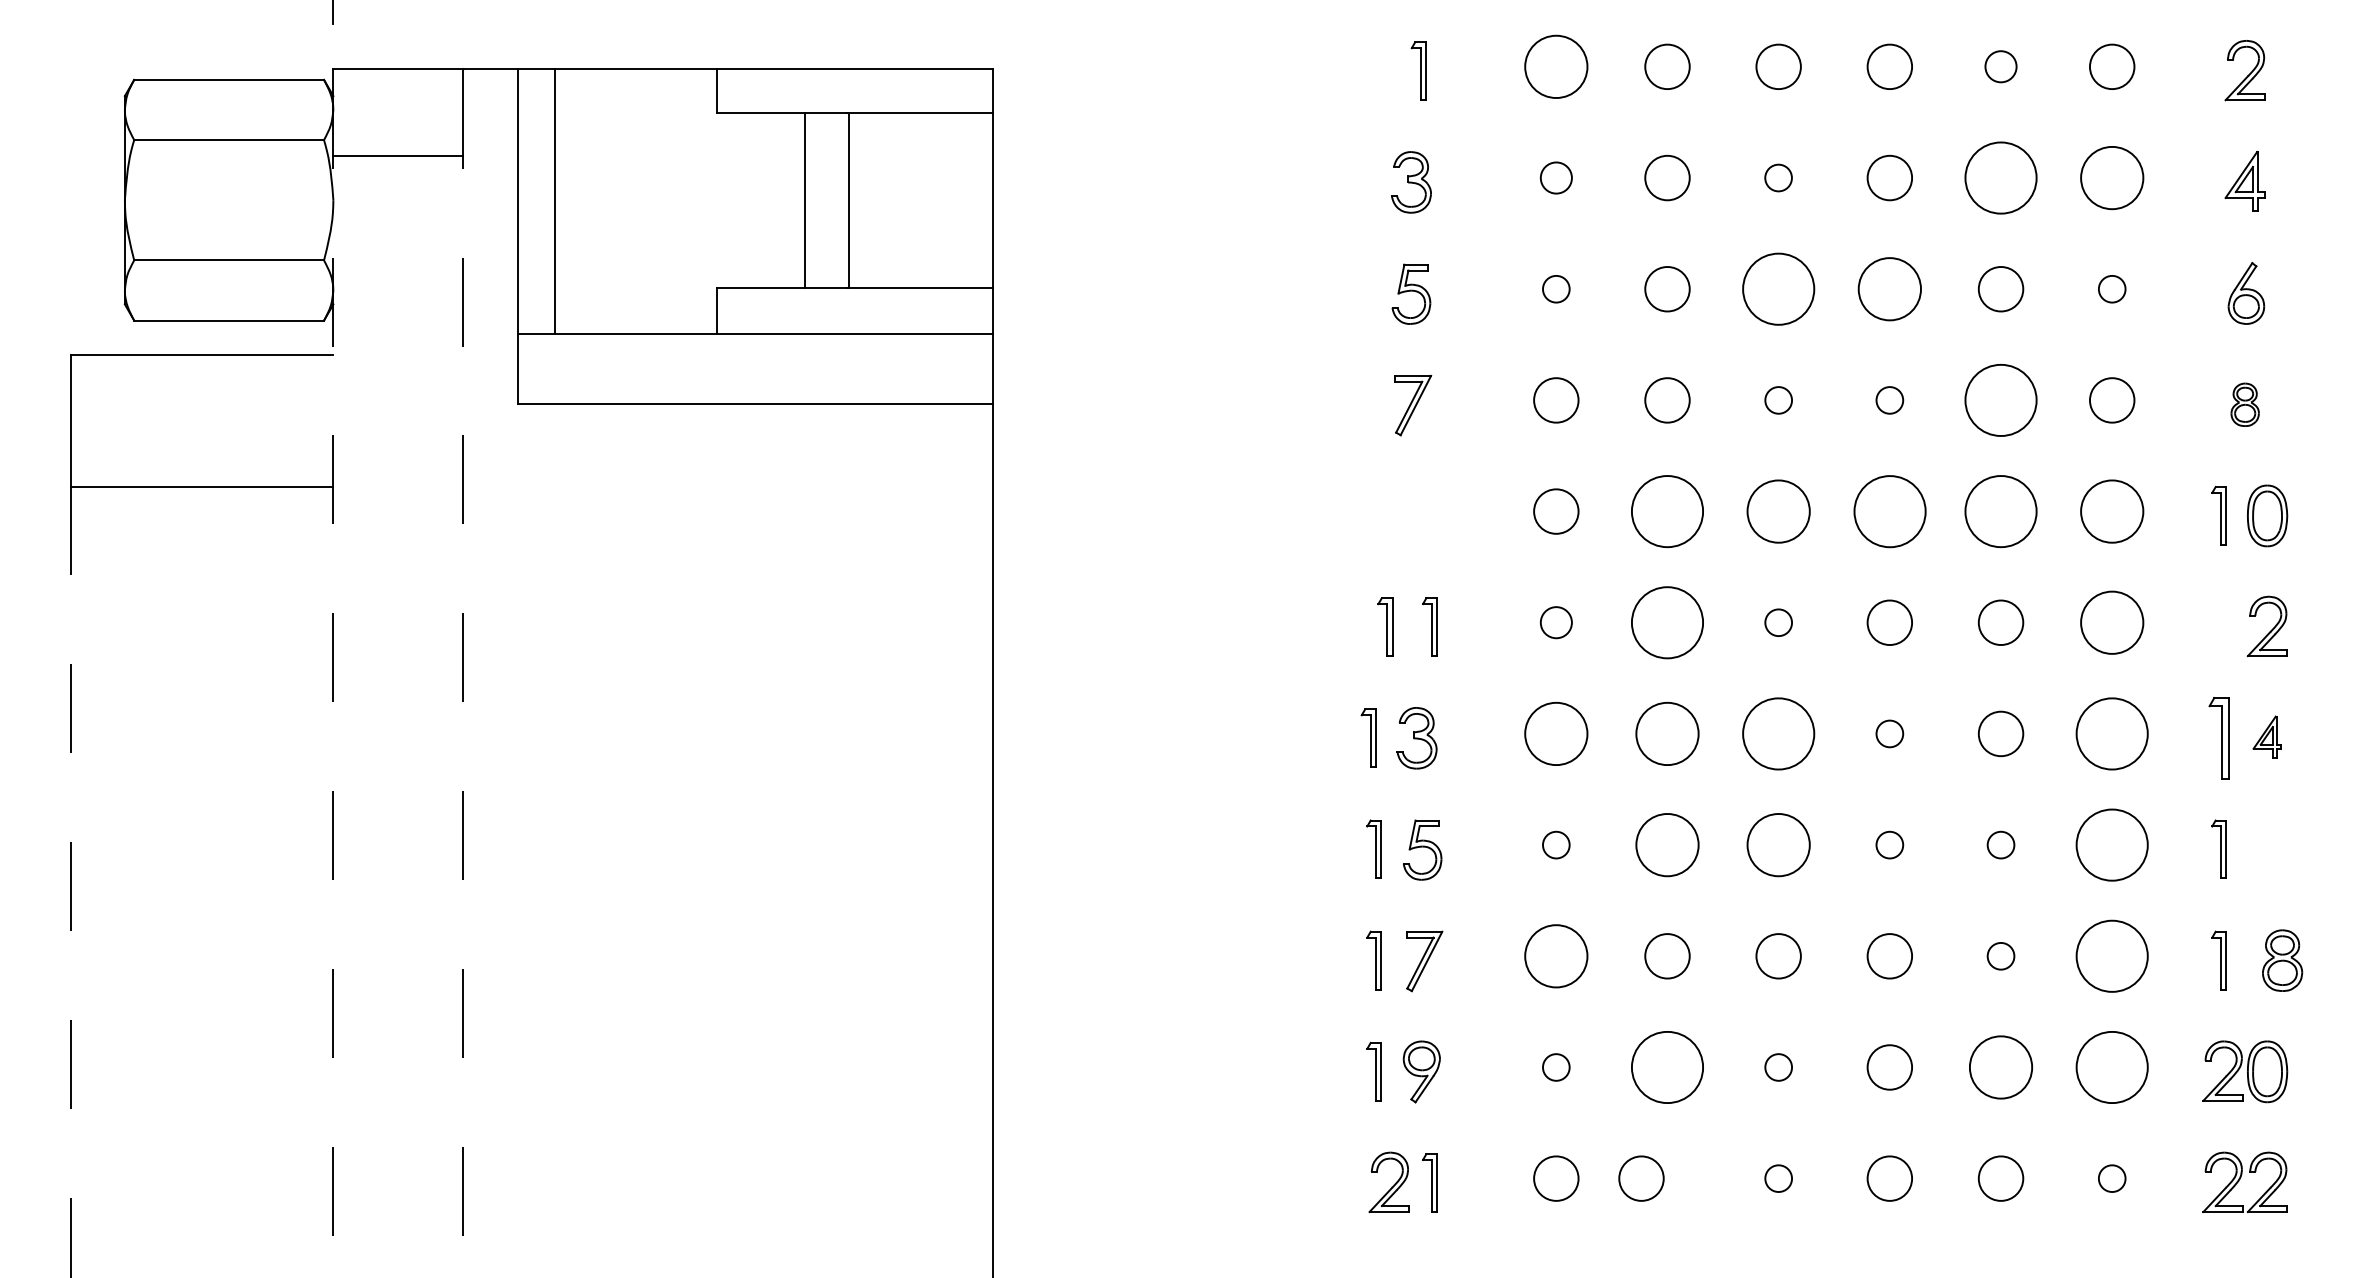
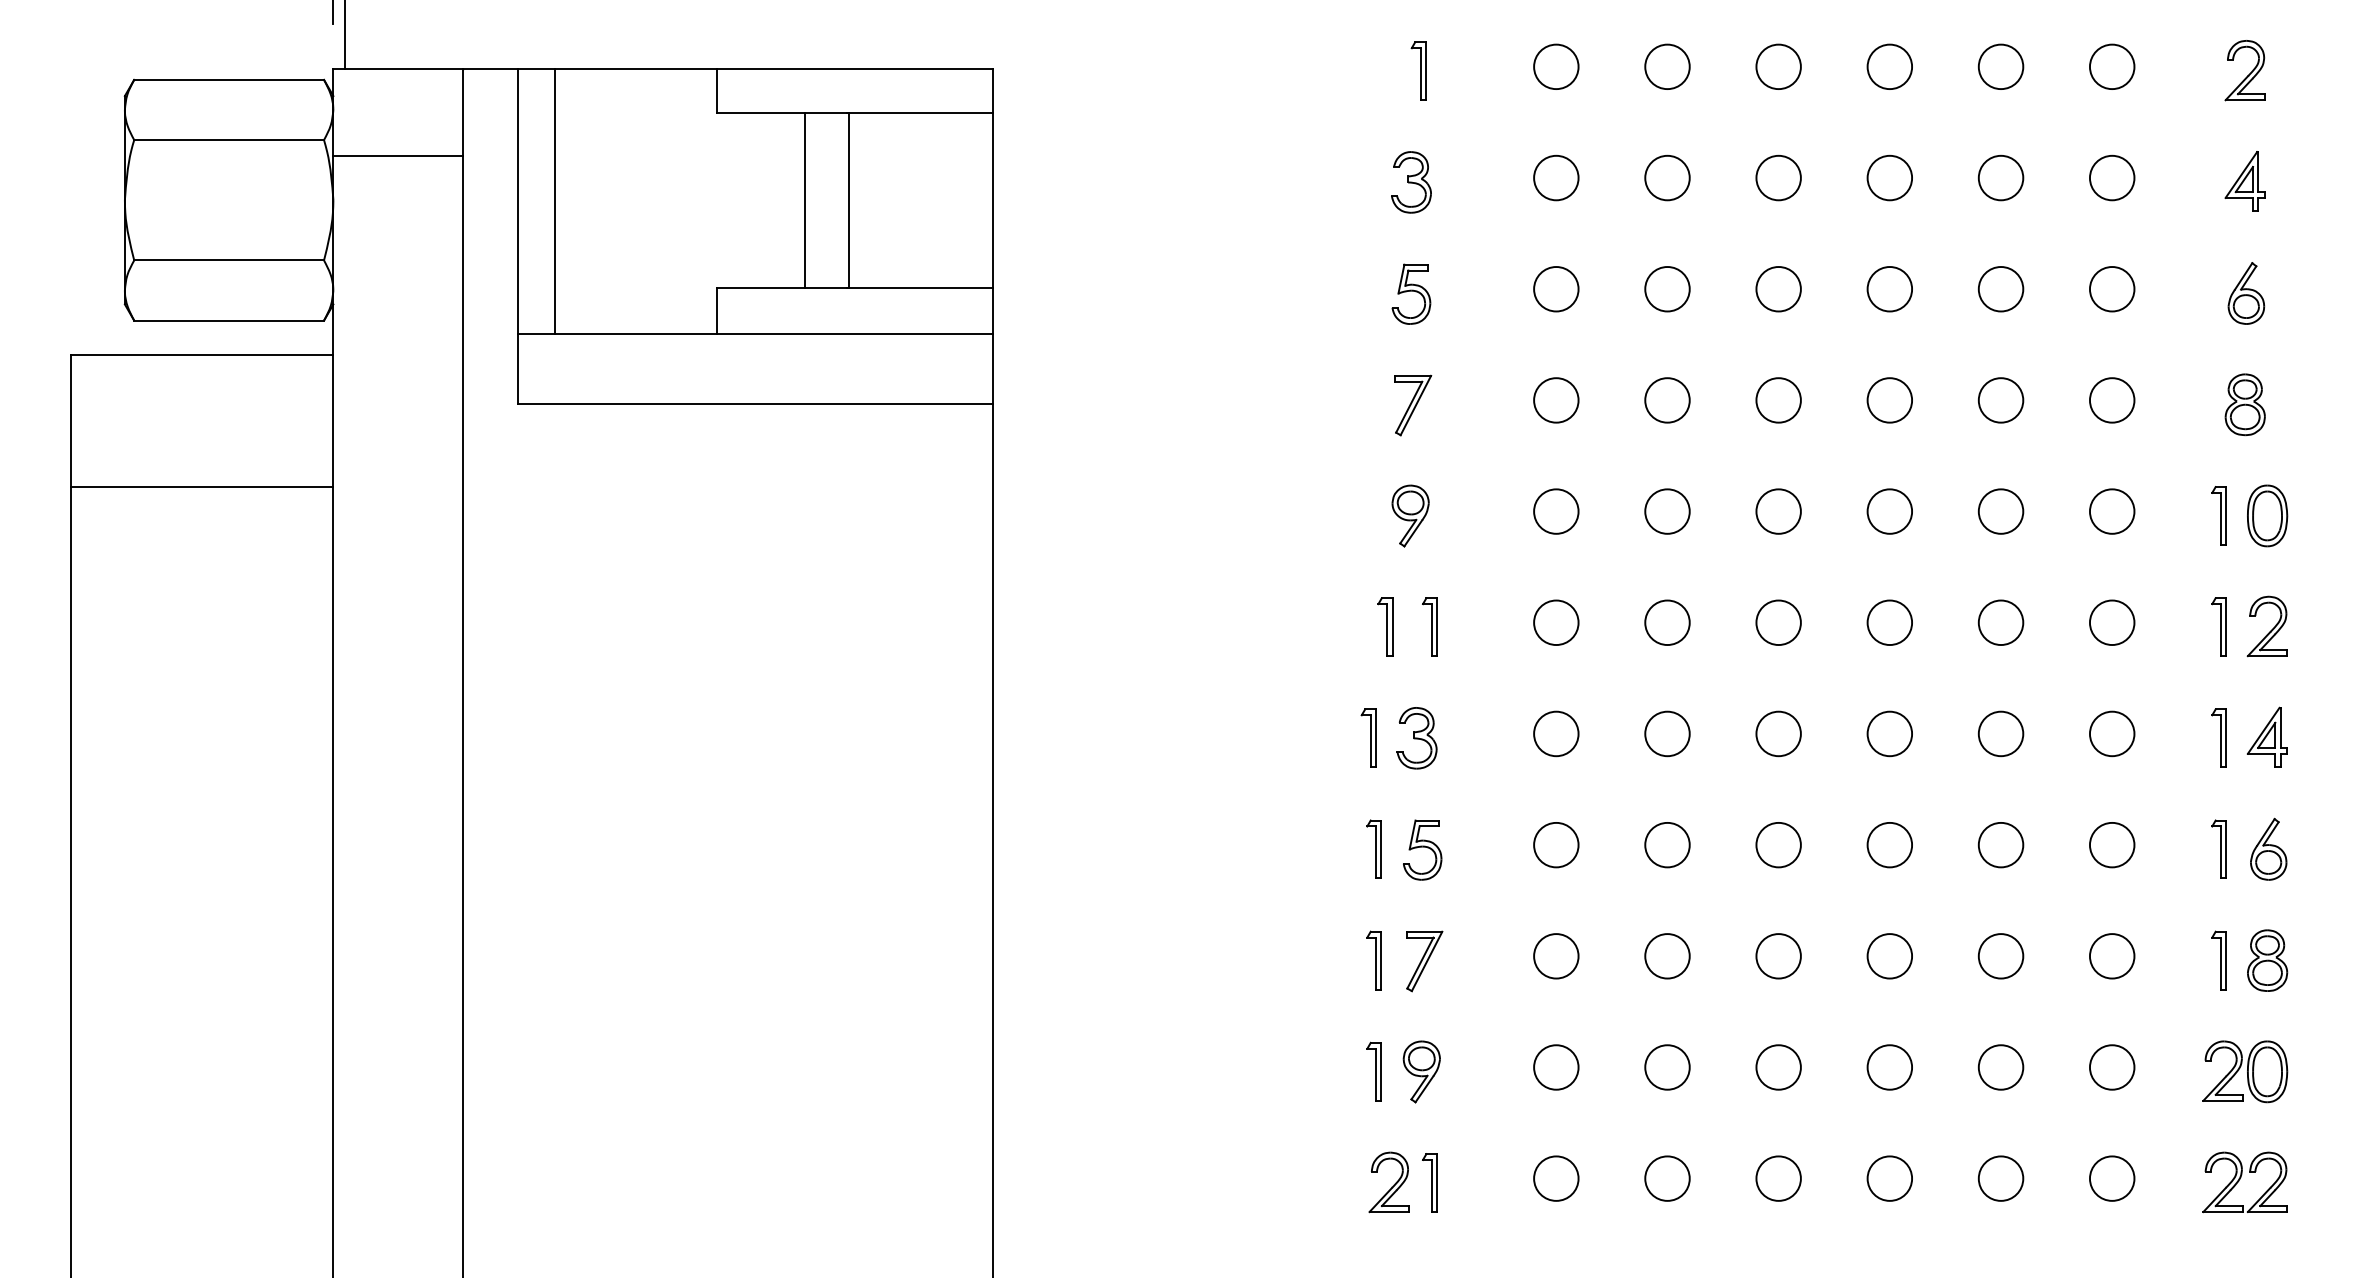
line at (344, 35): none -> present
circle at (1556, 66) diameter: 62 px -> 44 px
circle at (2000, 66) size: 34x34 px -> 48x47 px
circle at (1555, 177) size: 34x34 px -> 47x48 px
circle at (1778, 177) size: 29x30 px -> 47x48 px
circle at (2000, 177) diameter: 71 px -> 44 px
circle at (2112, 177) diameter: 62 px -> 44 px
circle at (1556, 288) diameter: 27 px -> 44 px
circle at (1778, 288) diameter: 71 px -> 44 px
circle at (2111, 288) diameter: 27 px -> 44 px
circle at (1889, 289) diameter: 62 px -> 44 px
circle at (1778, 400) diameter: 27 px -> 44 px
circle at (1889, 400) diameter: 27 px -> 44 px
circle at (2000, 400) diameter: 71 px -> 44 px
part at (2244, 404) size: 30x45 px -> 42x64 px
circle at (1667, 511) diameter: 71 px -> 44 px
circle at (1778, 511) diameter: 62 px -> 44 px
circle at (1889, 511) size: 74x74 px -> 47x47 px
circle at (2000, 511) diameter: 71 px -> 44 px
circle at (2112, 511) diameter: 62 px -> 44 px
part at (1410, 515): none -> present
circle at (1555, 622) size: 34x34 px -> 47x47 px
circle at (1667, 622) diameter: 71 px -> 44 px
circle at (1778, 622) diameter: 27 px -> 44 px
circle at (2112, 622) diameter: 62 px -> 44 px
part at (2218, 626): none -> present
line at (333, 716): dashed -> solid
line at (462, 716): dashed -> solid
circle at (1556, 733) diameter: 62 px -> 44 px
circle at (1667, 733) diameter: 62 px -> 44 px
circle at (1778, 733) diameter: 71 px -> 44 px
circle at (1889, 733) diameter: 27 px -> 44 px
circle at (2111, 733) diameter: 71 px -> 44 px
part at (2266, 736) size: 30x44 px -> 42x62 px
part at (2218, 738) size: 22x83 px -> 16x60 px
circle at (1556, 844) diameter: 27 px -> 44 px
circle at (1889, 844) diameter: 27 px -> 44 px
circle at (2000, 844) diameter: 27 px -> 44 px
circle at (2111, 844) diameter: 71 px -> 44 px
circle at (1667, 845) diameter: 62 px -> 44 px
circle at (1778, 845) diameter: 62 px -> 44 px
part at (2268, 848): none -> present
line at (70, 882): dashed -> solid
circle at (2000, 955) diameter: 27 px -> 44 px
circle at (2111, 955) diameter: 71 px -> 44 px
circle at (1556, 956) diameter: 62 px -> 44 px
part at (2282, 960) position: (2282, 960) -> (2267, 960)
circle at (1556, 1067) diameter: 27 px -> 44 px
circle at (1667, 1067) size: 73x73 px -> 47x47 px
circle at (1778, 1067) diameter: 27 px -> 44 px
circle at (2000, 1067) diameter: 62 px -> 44 px
circle at (2111, 1067) diameter: 71 px -> 44 px
circle at (1641, 1178) position: (1641, 1178) -> (1667, 1178)
circle at (1778, 1178) diameter: 27 px -> 44 px
circle at (2111, 1178) diameter: 27 px -> 44 px
